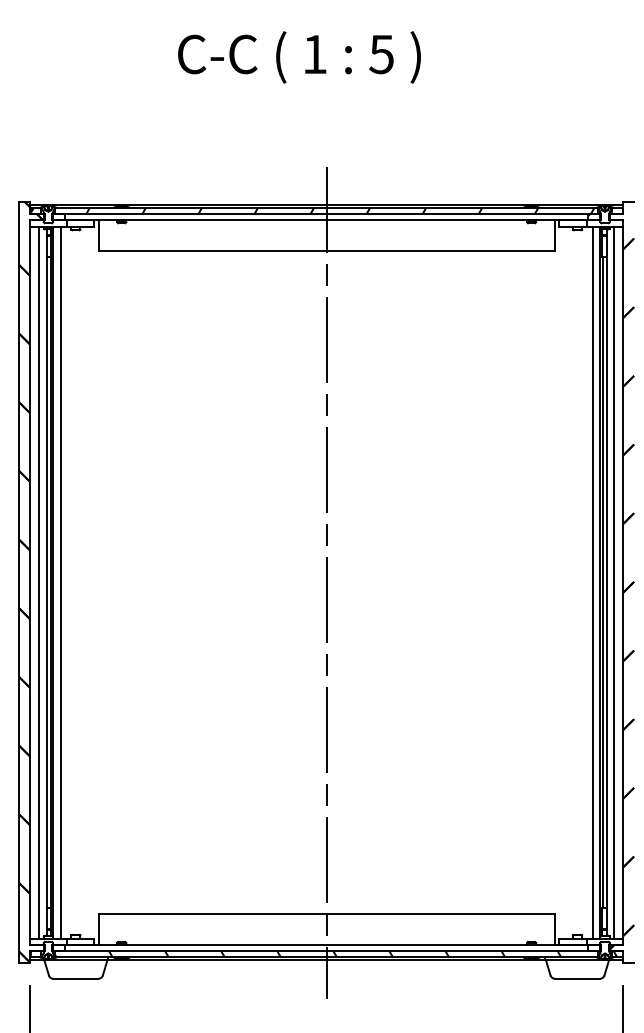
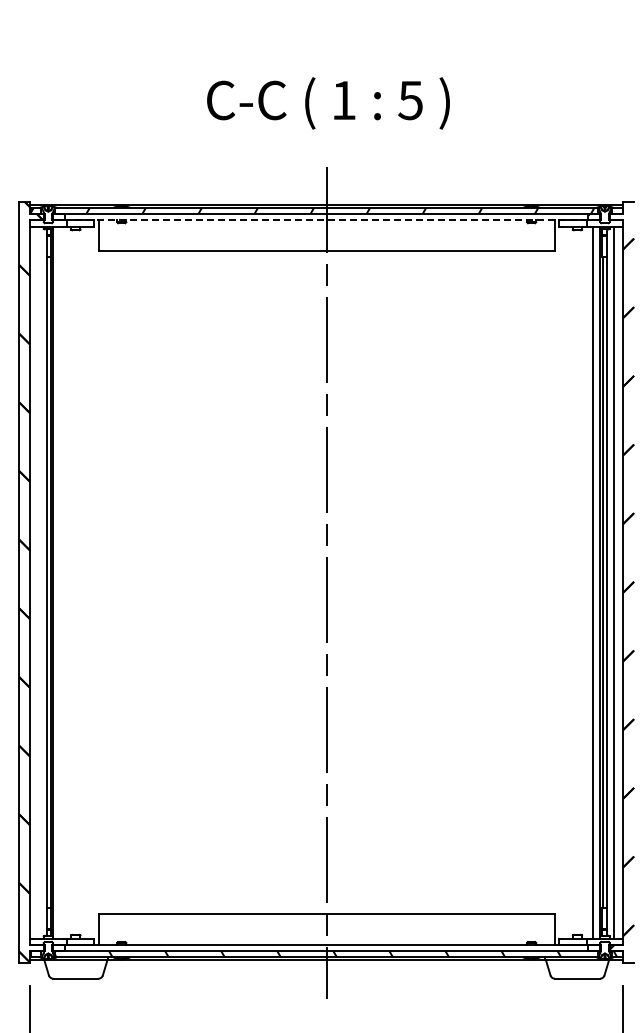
text at (299, 57) position: (299, 57) -> (328, 103)
line at (326, 220): solid -> dashed
line at (39, 582): present -> none
line at (60, 582): present -> none
